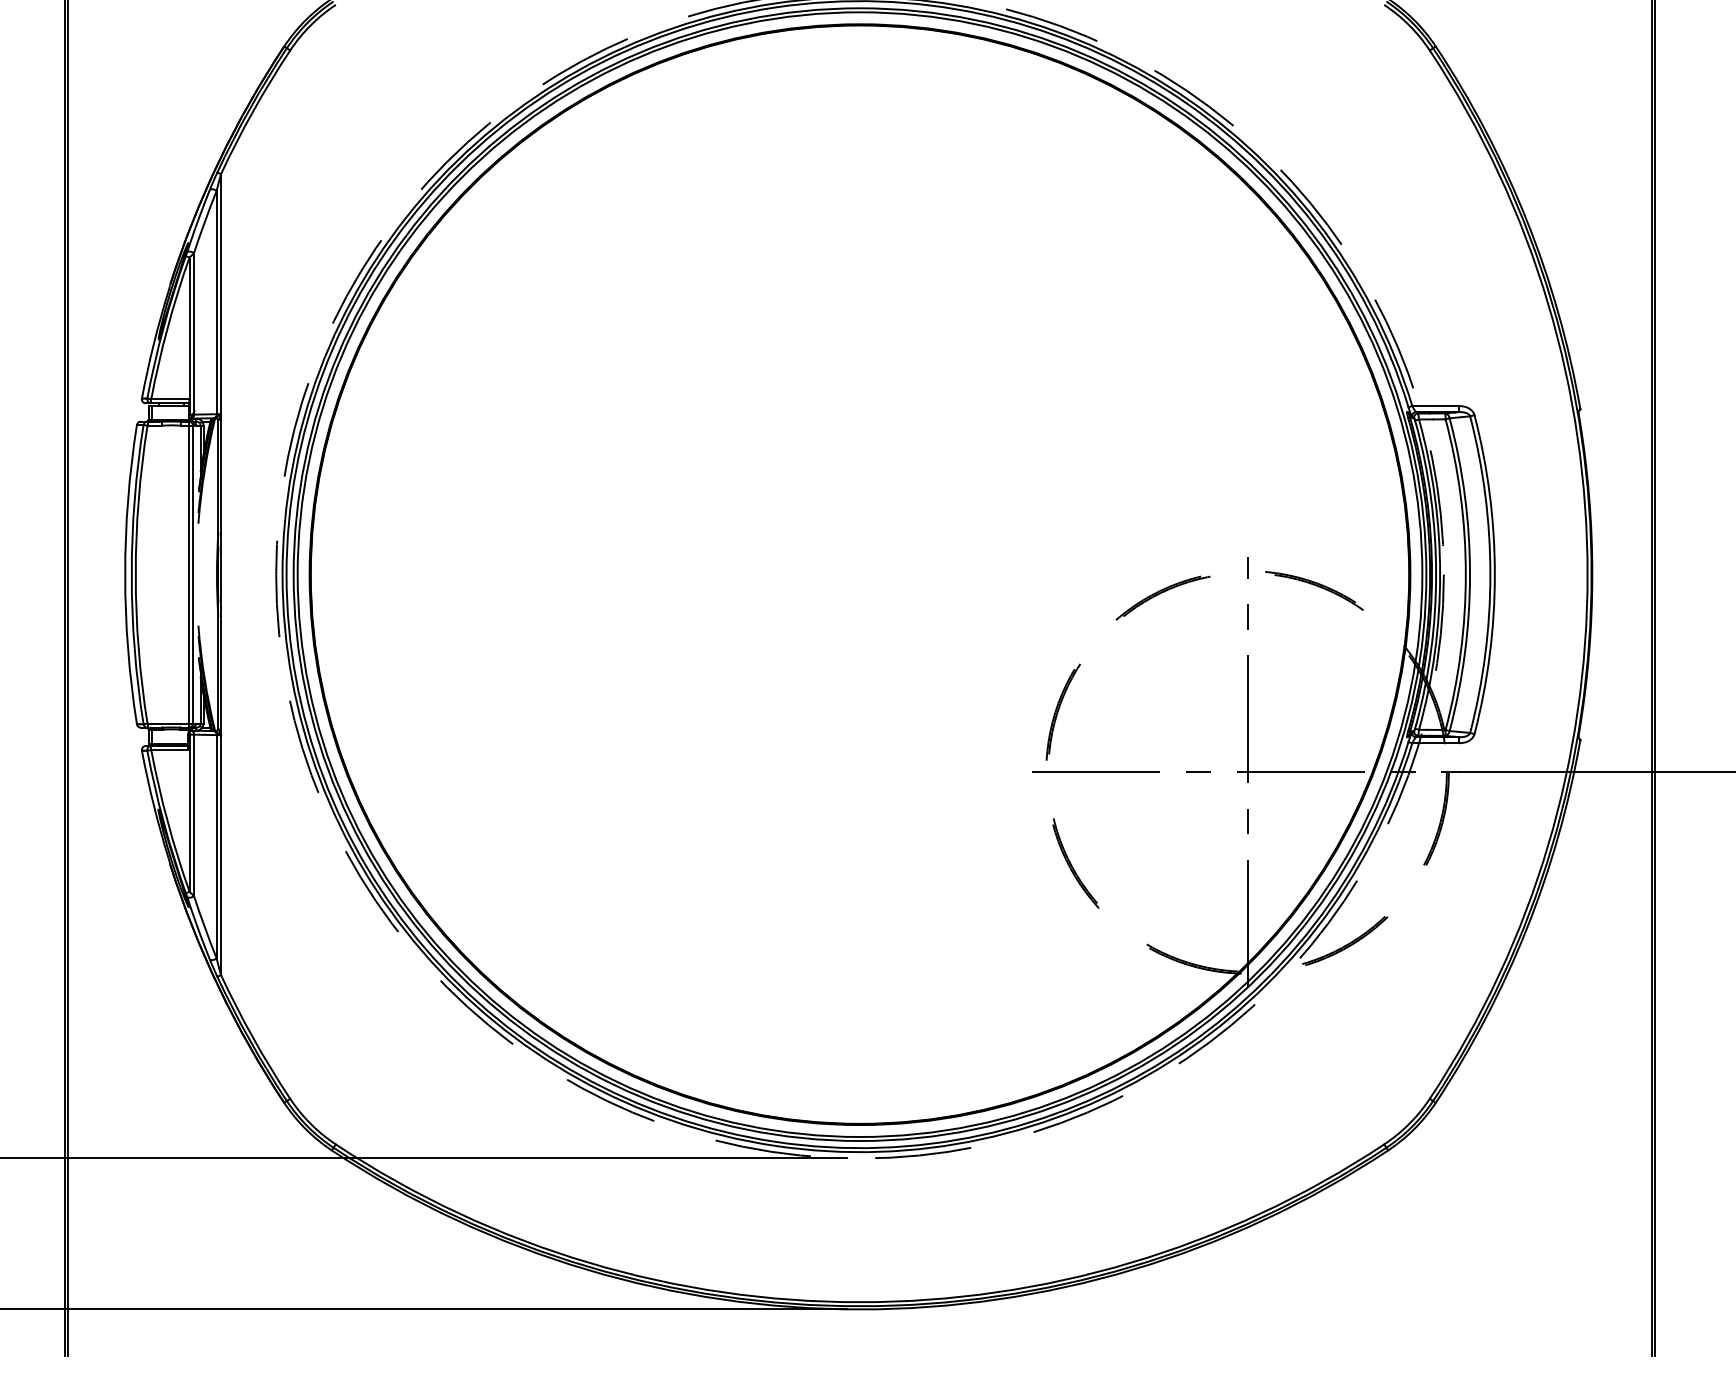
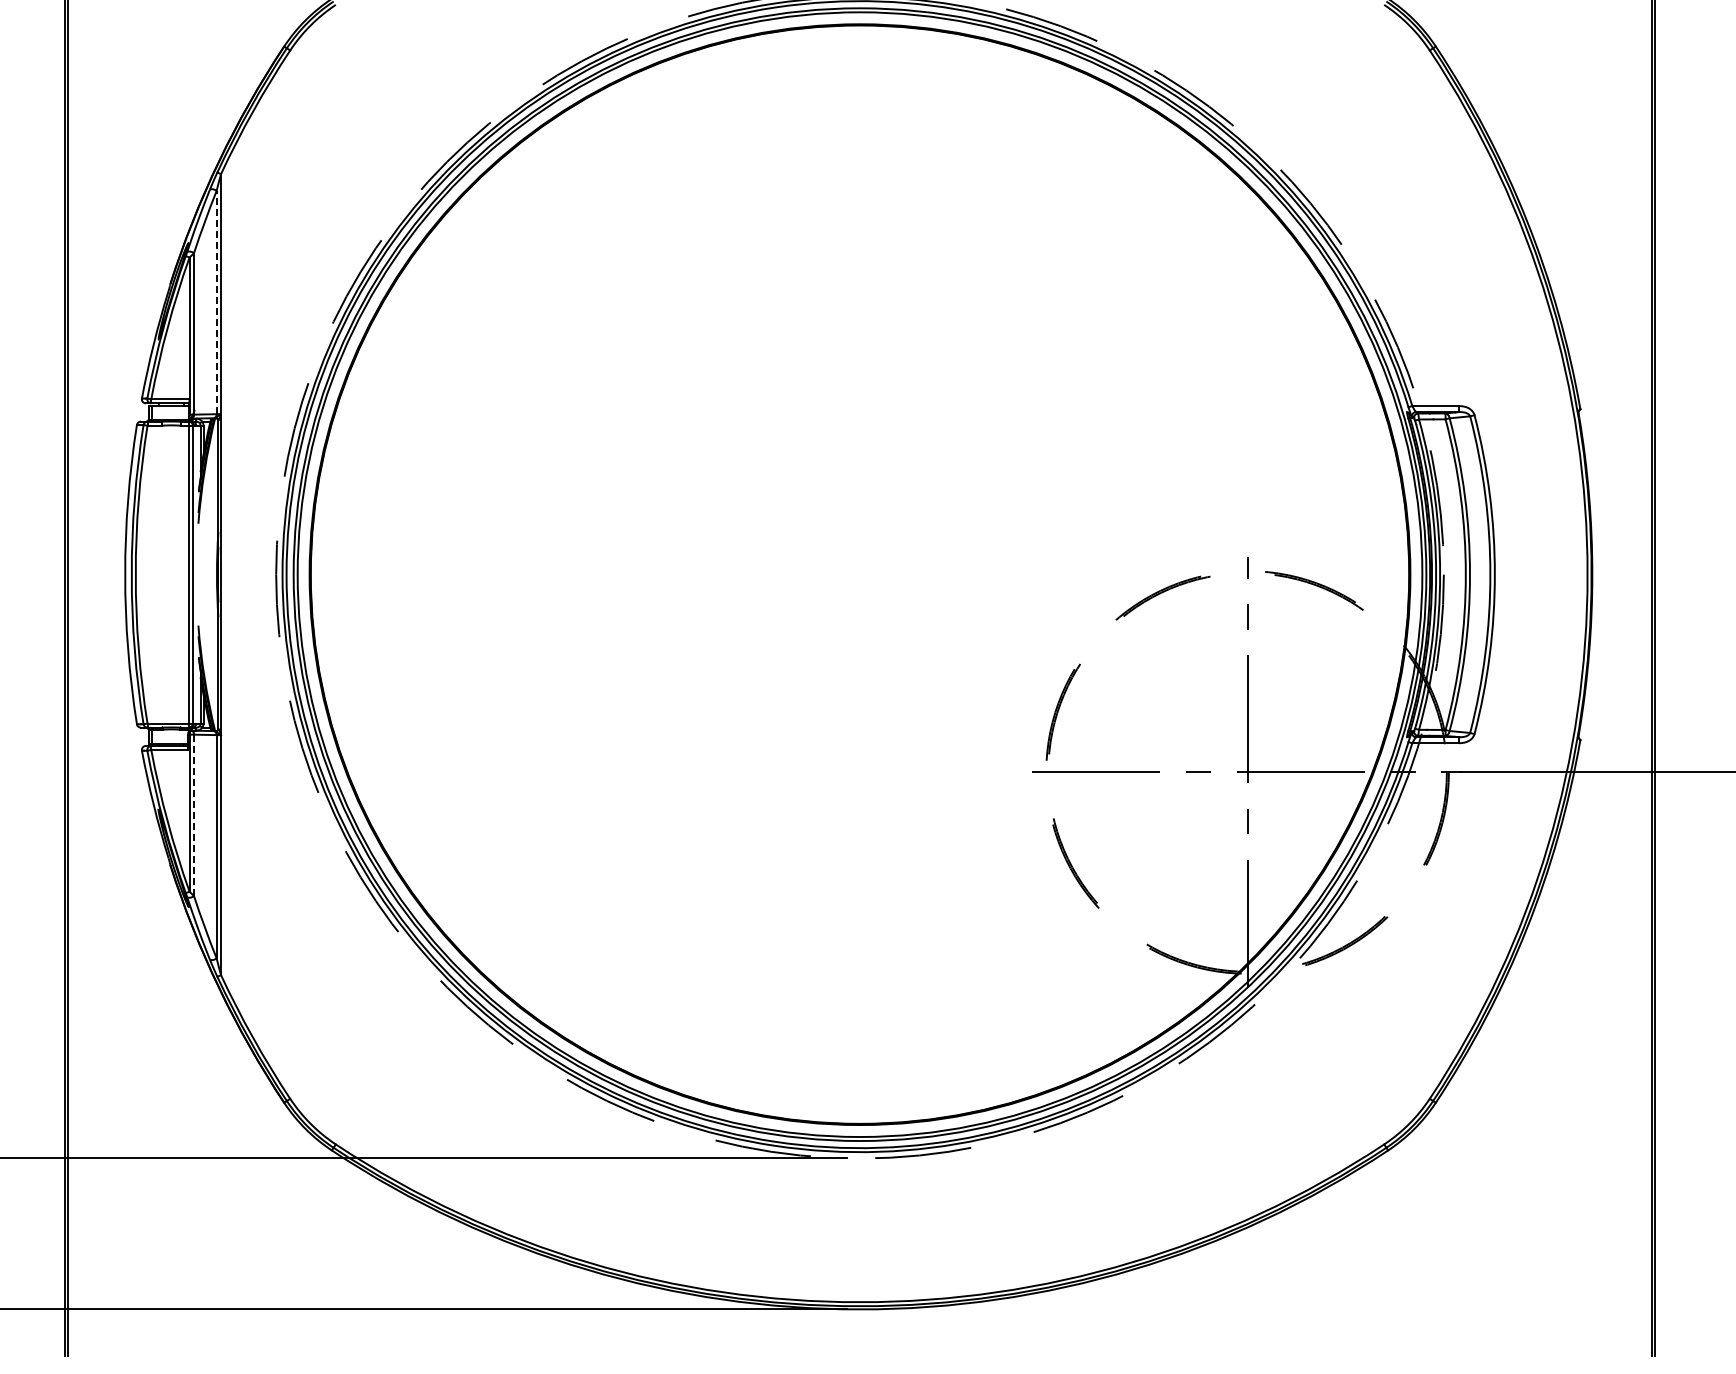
line at (216, 302): solid -> dashed
line at (194, 815): solid -> dashed
